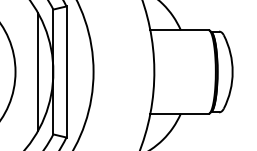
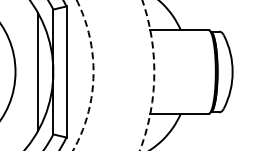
arc at (93, 75): solid -> dashed
arc at (154, 75): solid -> dashed
